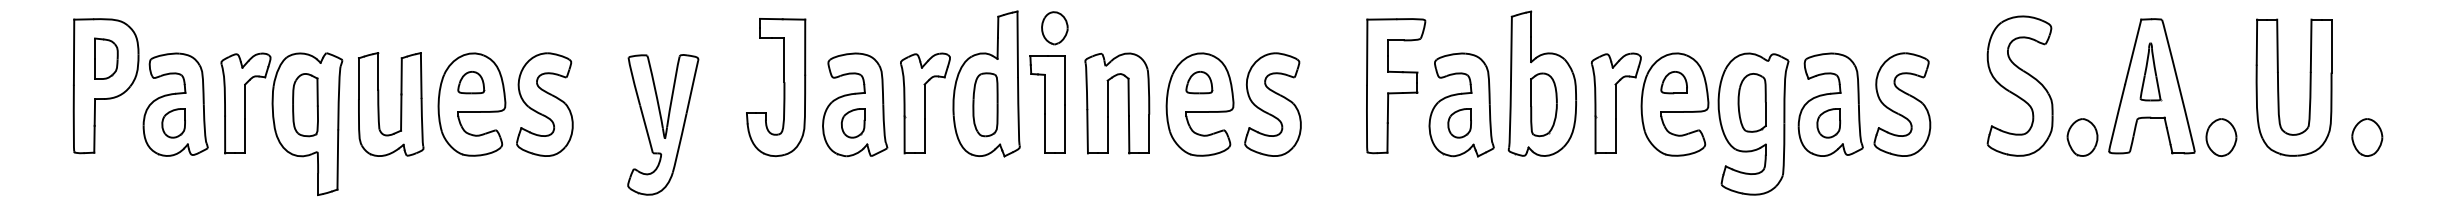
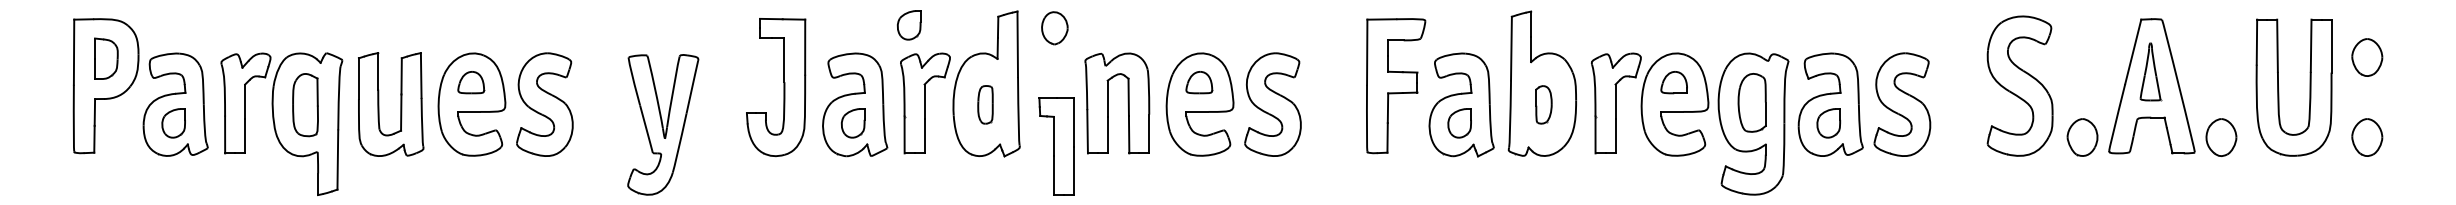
part at (908, 25): none -> present
part at (2367, 57): none -> present
part at (985, 104) size: 27x66 px -> 17x40 px
part at (1047, 104) position: (1047, 104) -> (1056, 146)
part at (1543, 104) size: 28x66 px -> 18x40 px
